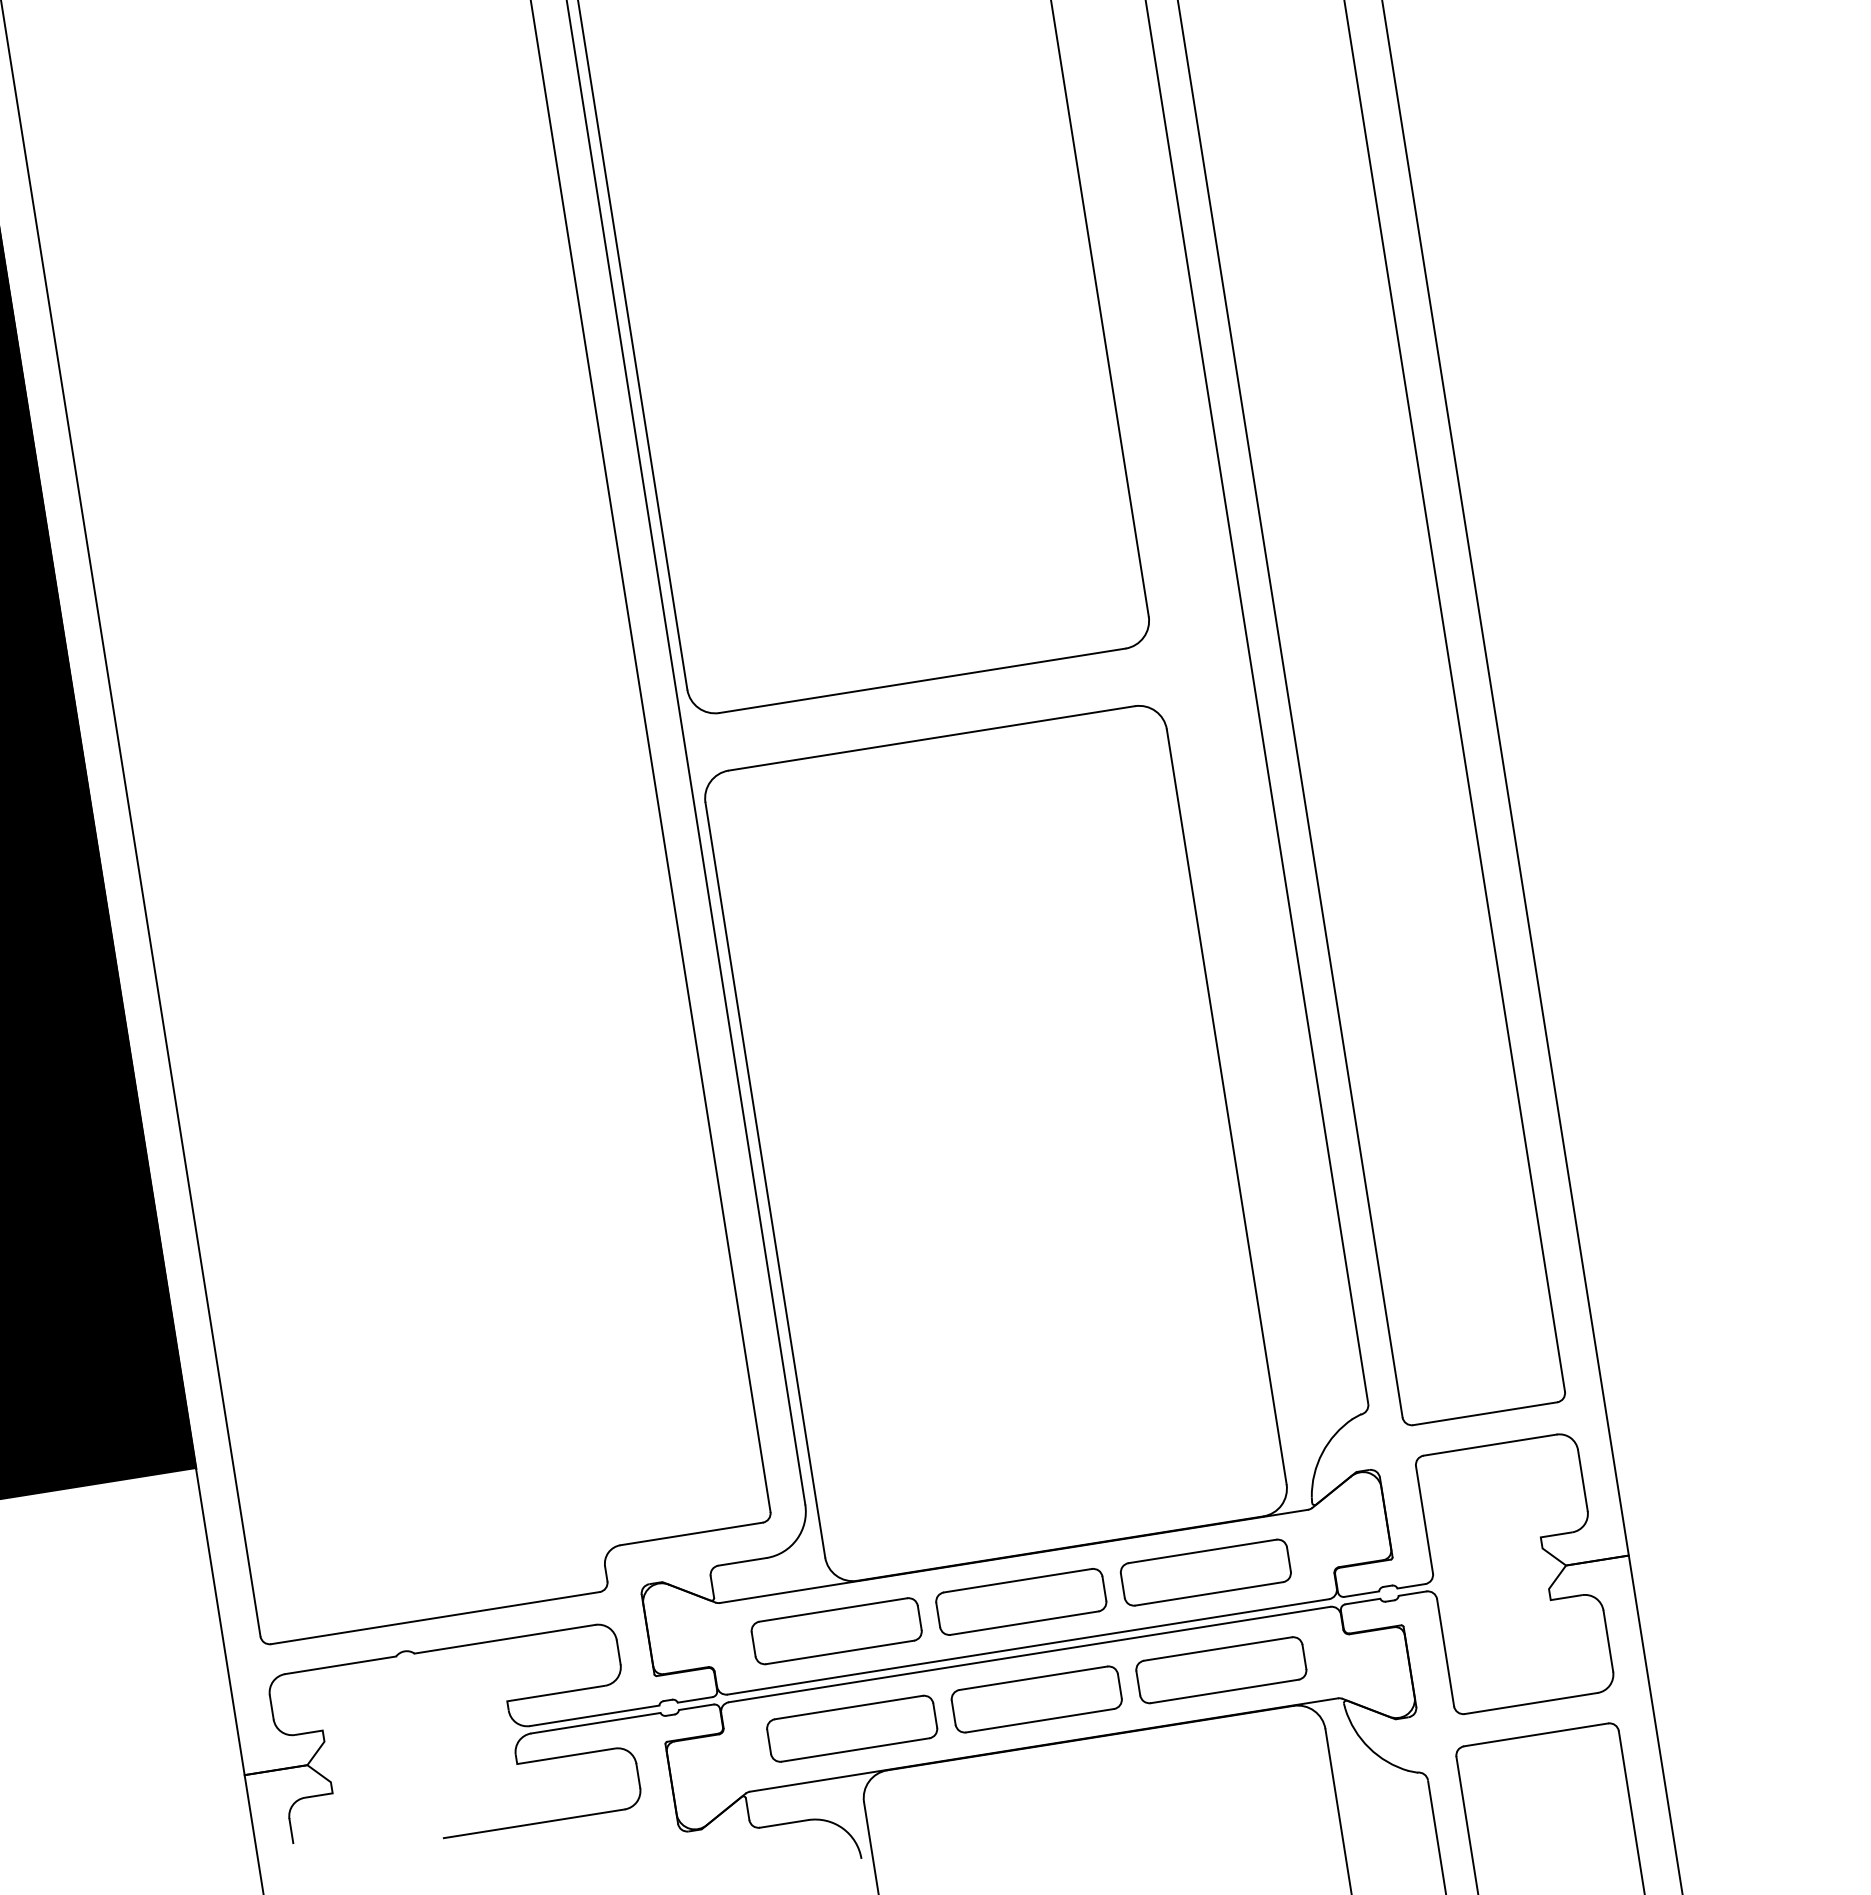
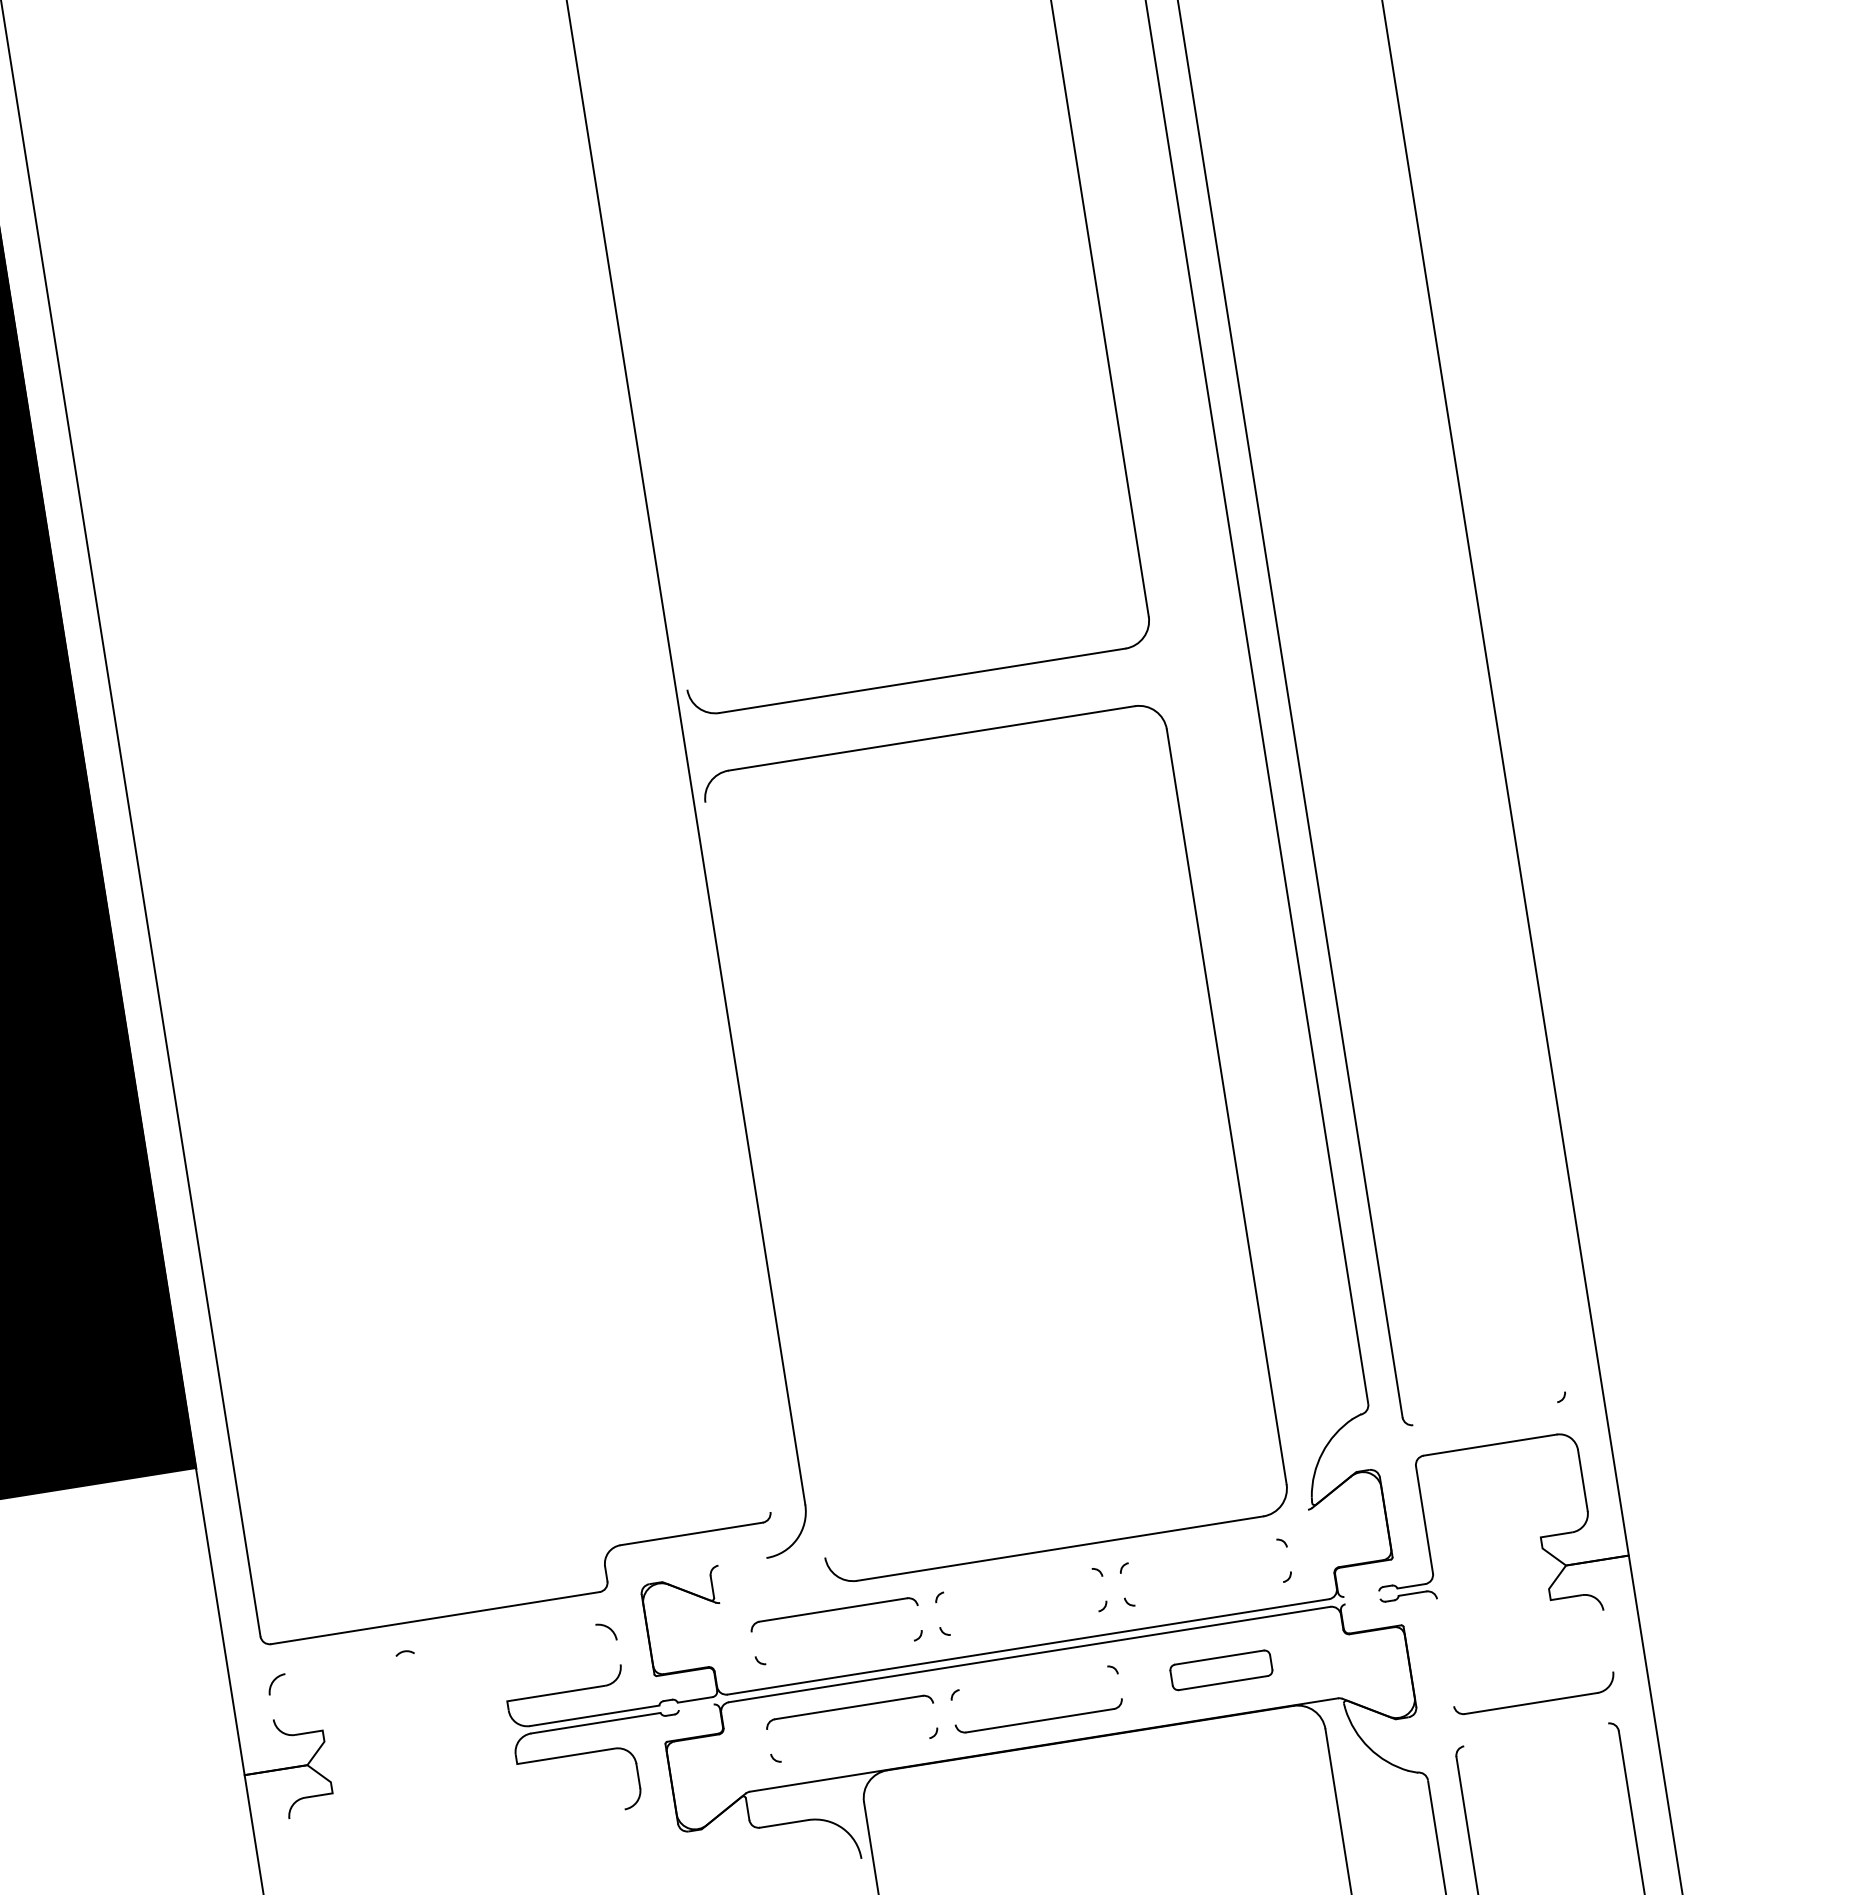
line at (632, 345): present -> none
line at (1454, 696): present -> none
line at (650, 756): present -> none
line at (765, 1179): present -> none
line at (1485, 1413): present -> none
line at (1202, 1551): present -> none
line at (1014, 1555): present -> none
line at (1288, 1559): present -> none
line at (742, 1561): present -> none
line at (1017, 1580): present -> none
line at (1122, 1585): present -> none
line at (1104, 1588): present -> none
line at (1209, 1593): present -> none
line at (1361, 1593): present -> none
line at (1362, 1601): present -> none
line at (938, 1615): present -> none
line at (919, 1618): present -> none
line at (1024, 1622): present -> none
line at (504, 1638): present -> none
line at (1608, 1640): present -> none
line at (753, 1644): present -> none
line at (618, 1652): present -> none
line at (839, 1652): present -> none
line at (1445, 1652): present -> none
line at (340, 1665): present -> none
part at (1221, 1670) size: 173x69 px -> 105x43 px
line at (1033, 1677): present -> none
line at (1119, 1686): present -> none
line at (271, 1707): present -> none
line at (695, 1707): present -> none
line at (953, 1712): present -> none
line at (935, 1715): present -> none
line at (1536, 1734): present -> none
line at (769, 1741): present -> none
line at (855, 1749): present -> none
line at (533, 1823): present -> none
line at (291, 1831): present -> none
